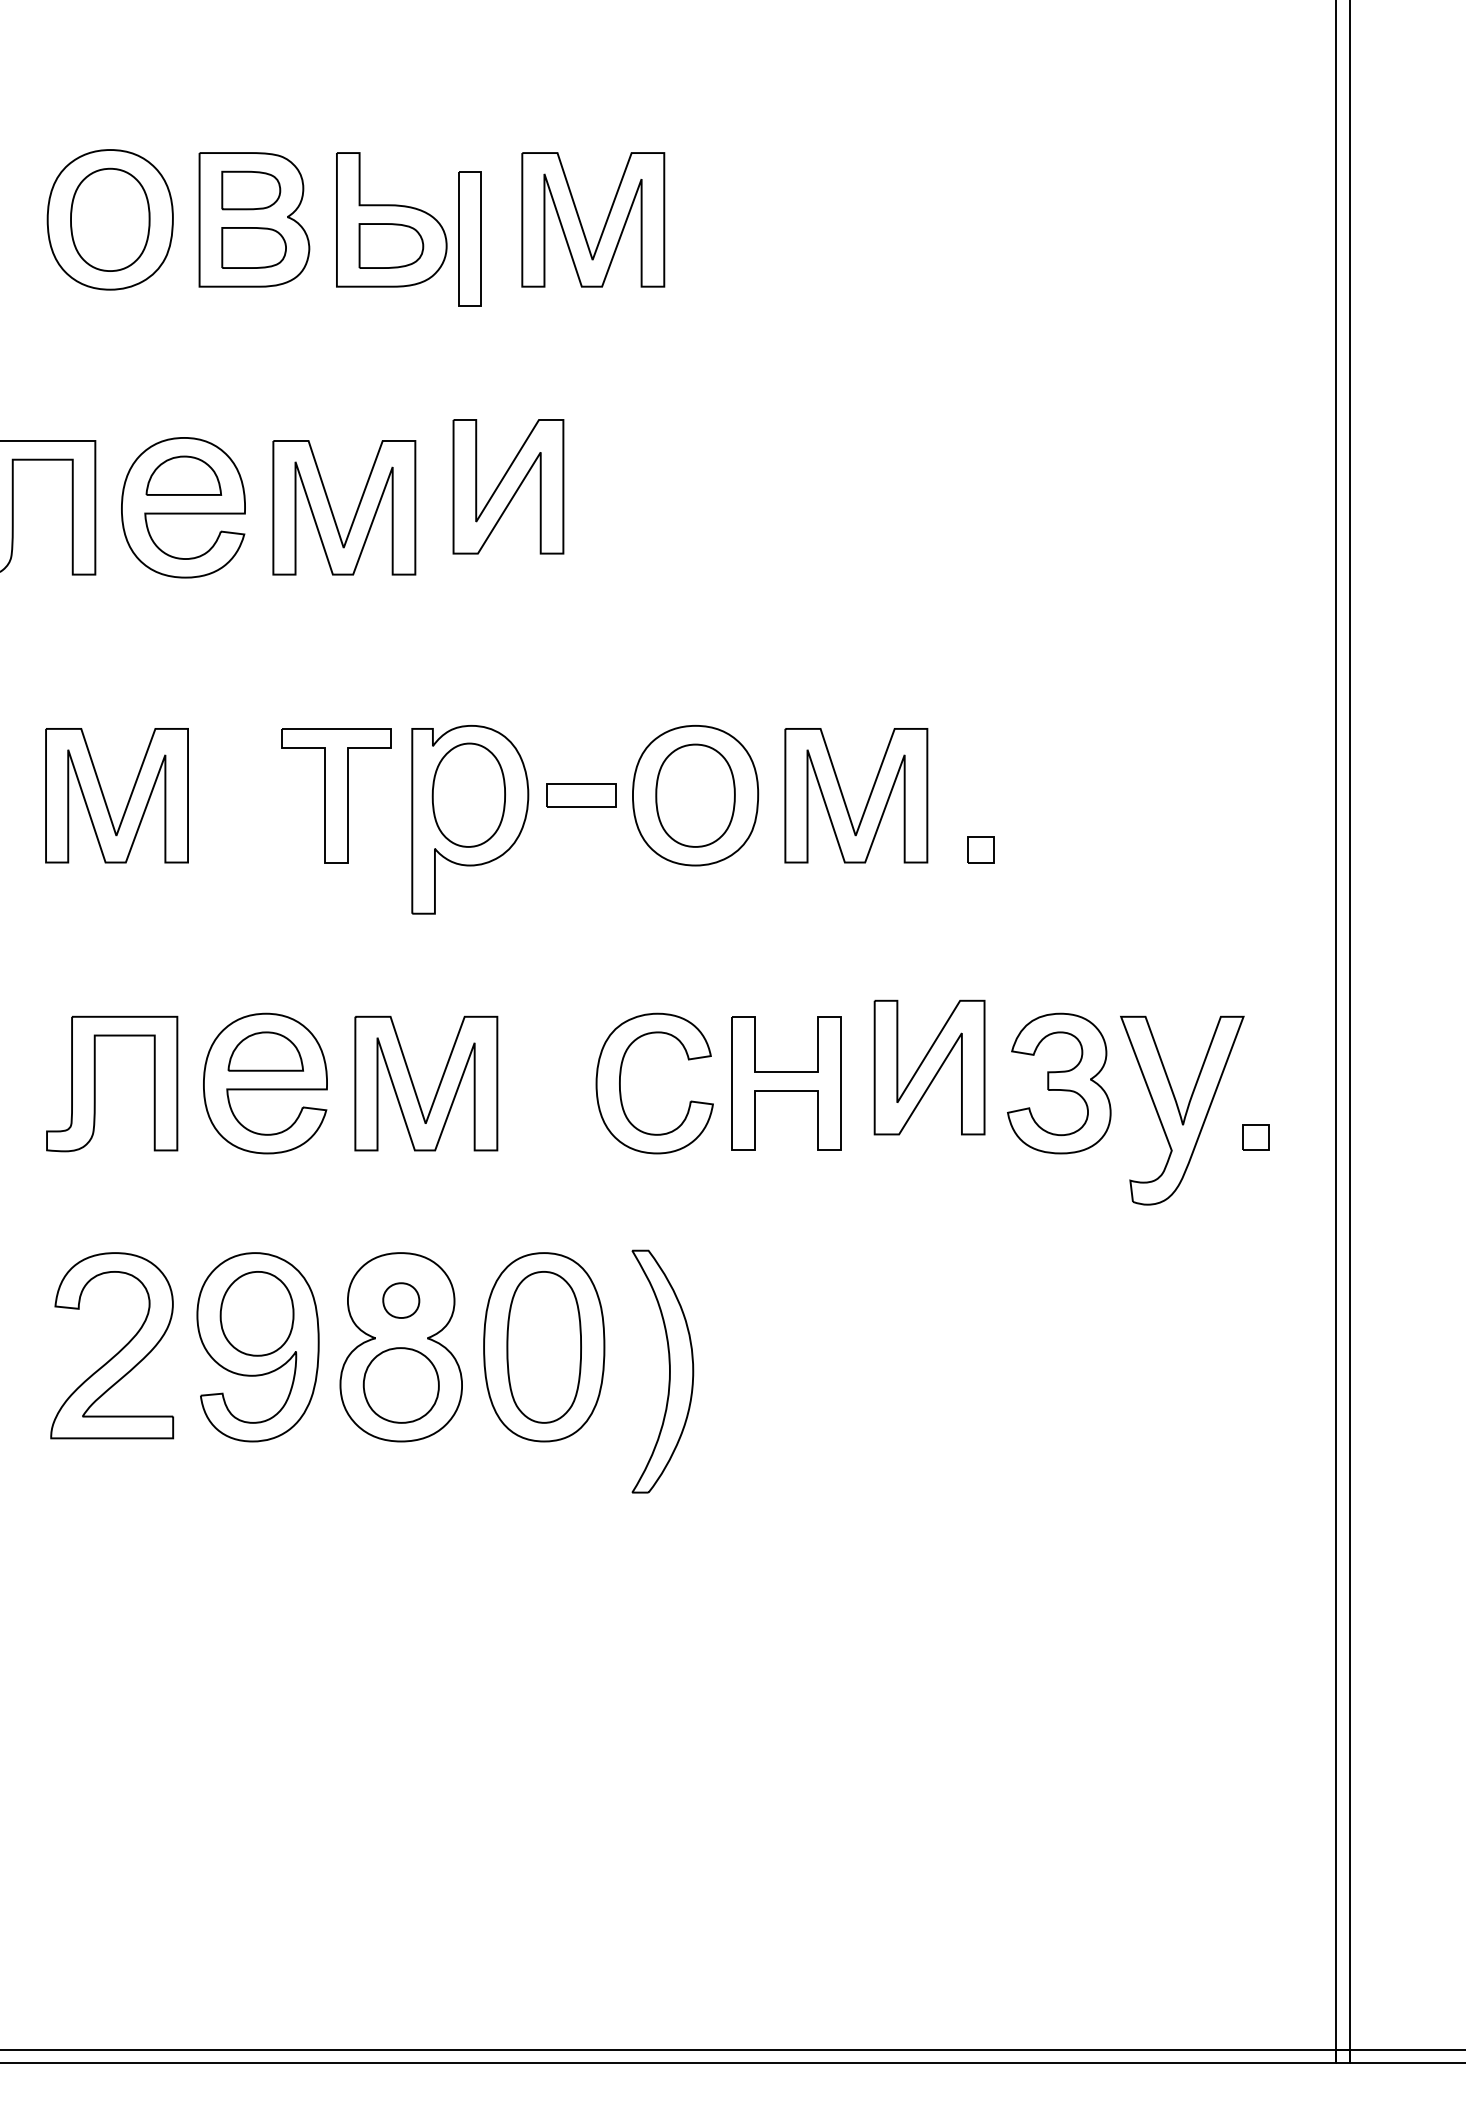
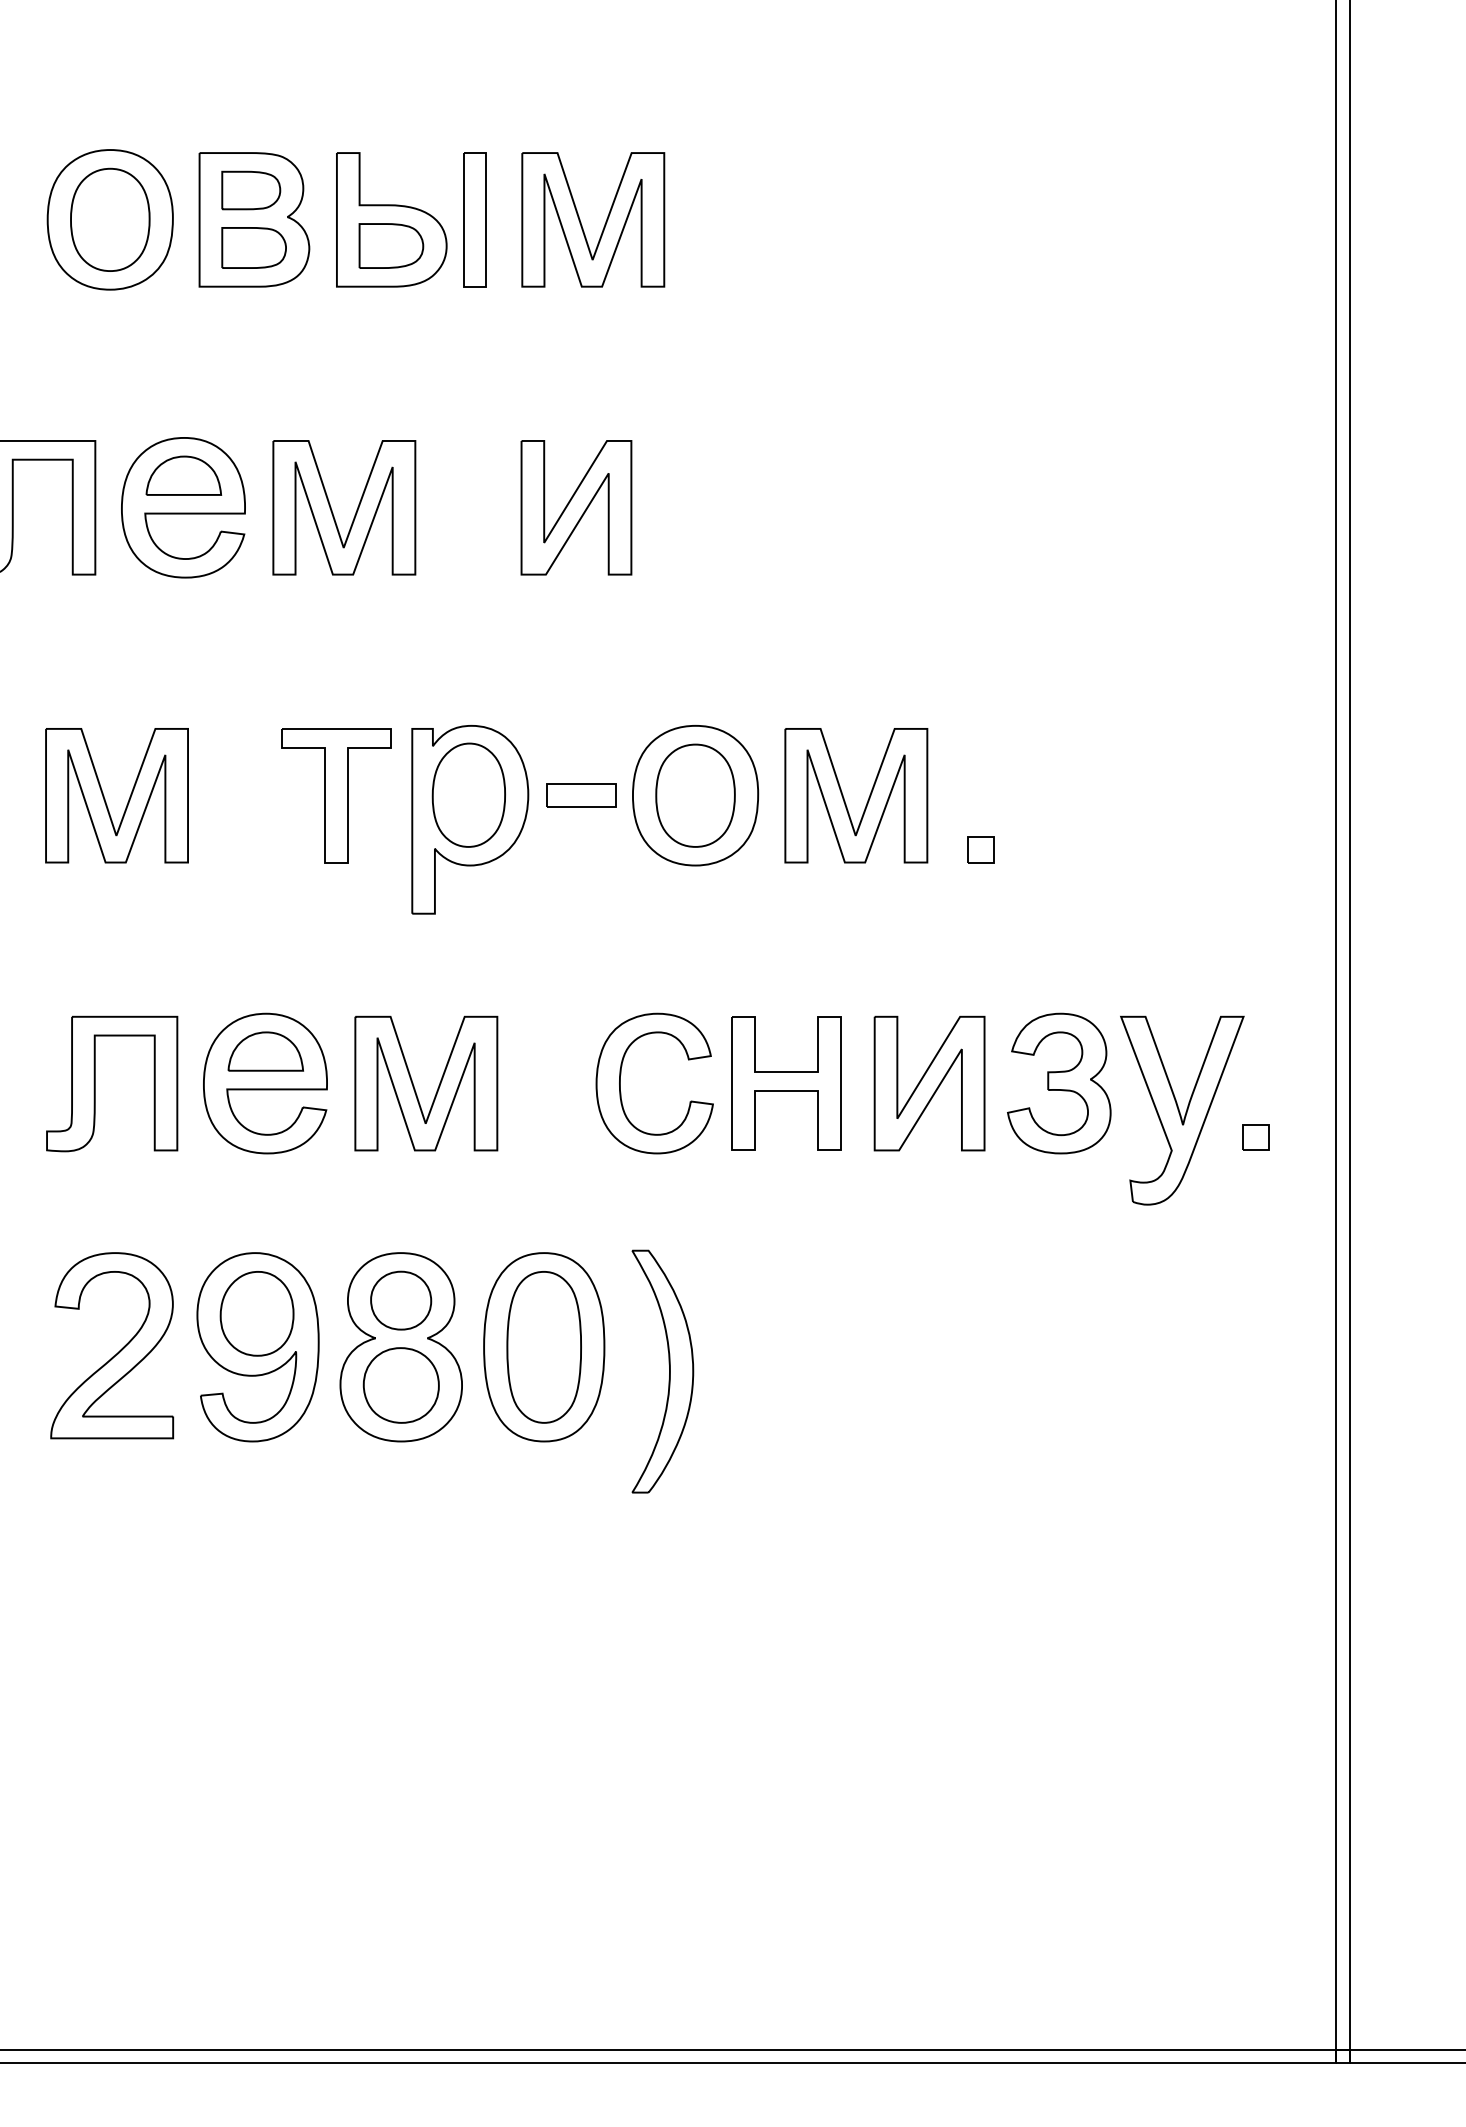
part at (469, 238) position: (469, 238) -> (474, 219)
part at (508, 486) position: (508, 486) -> (576, 507)
part at (929, 1067) position: (929, 1067) -> (929, 1083)
part at (401, 1300) size: 39x37 px -> 63x61 px
